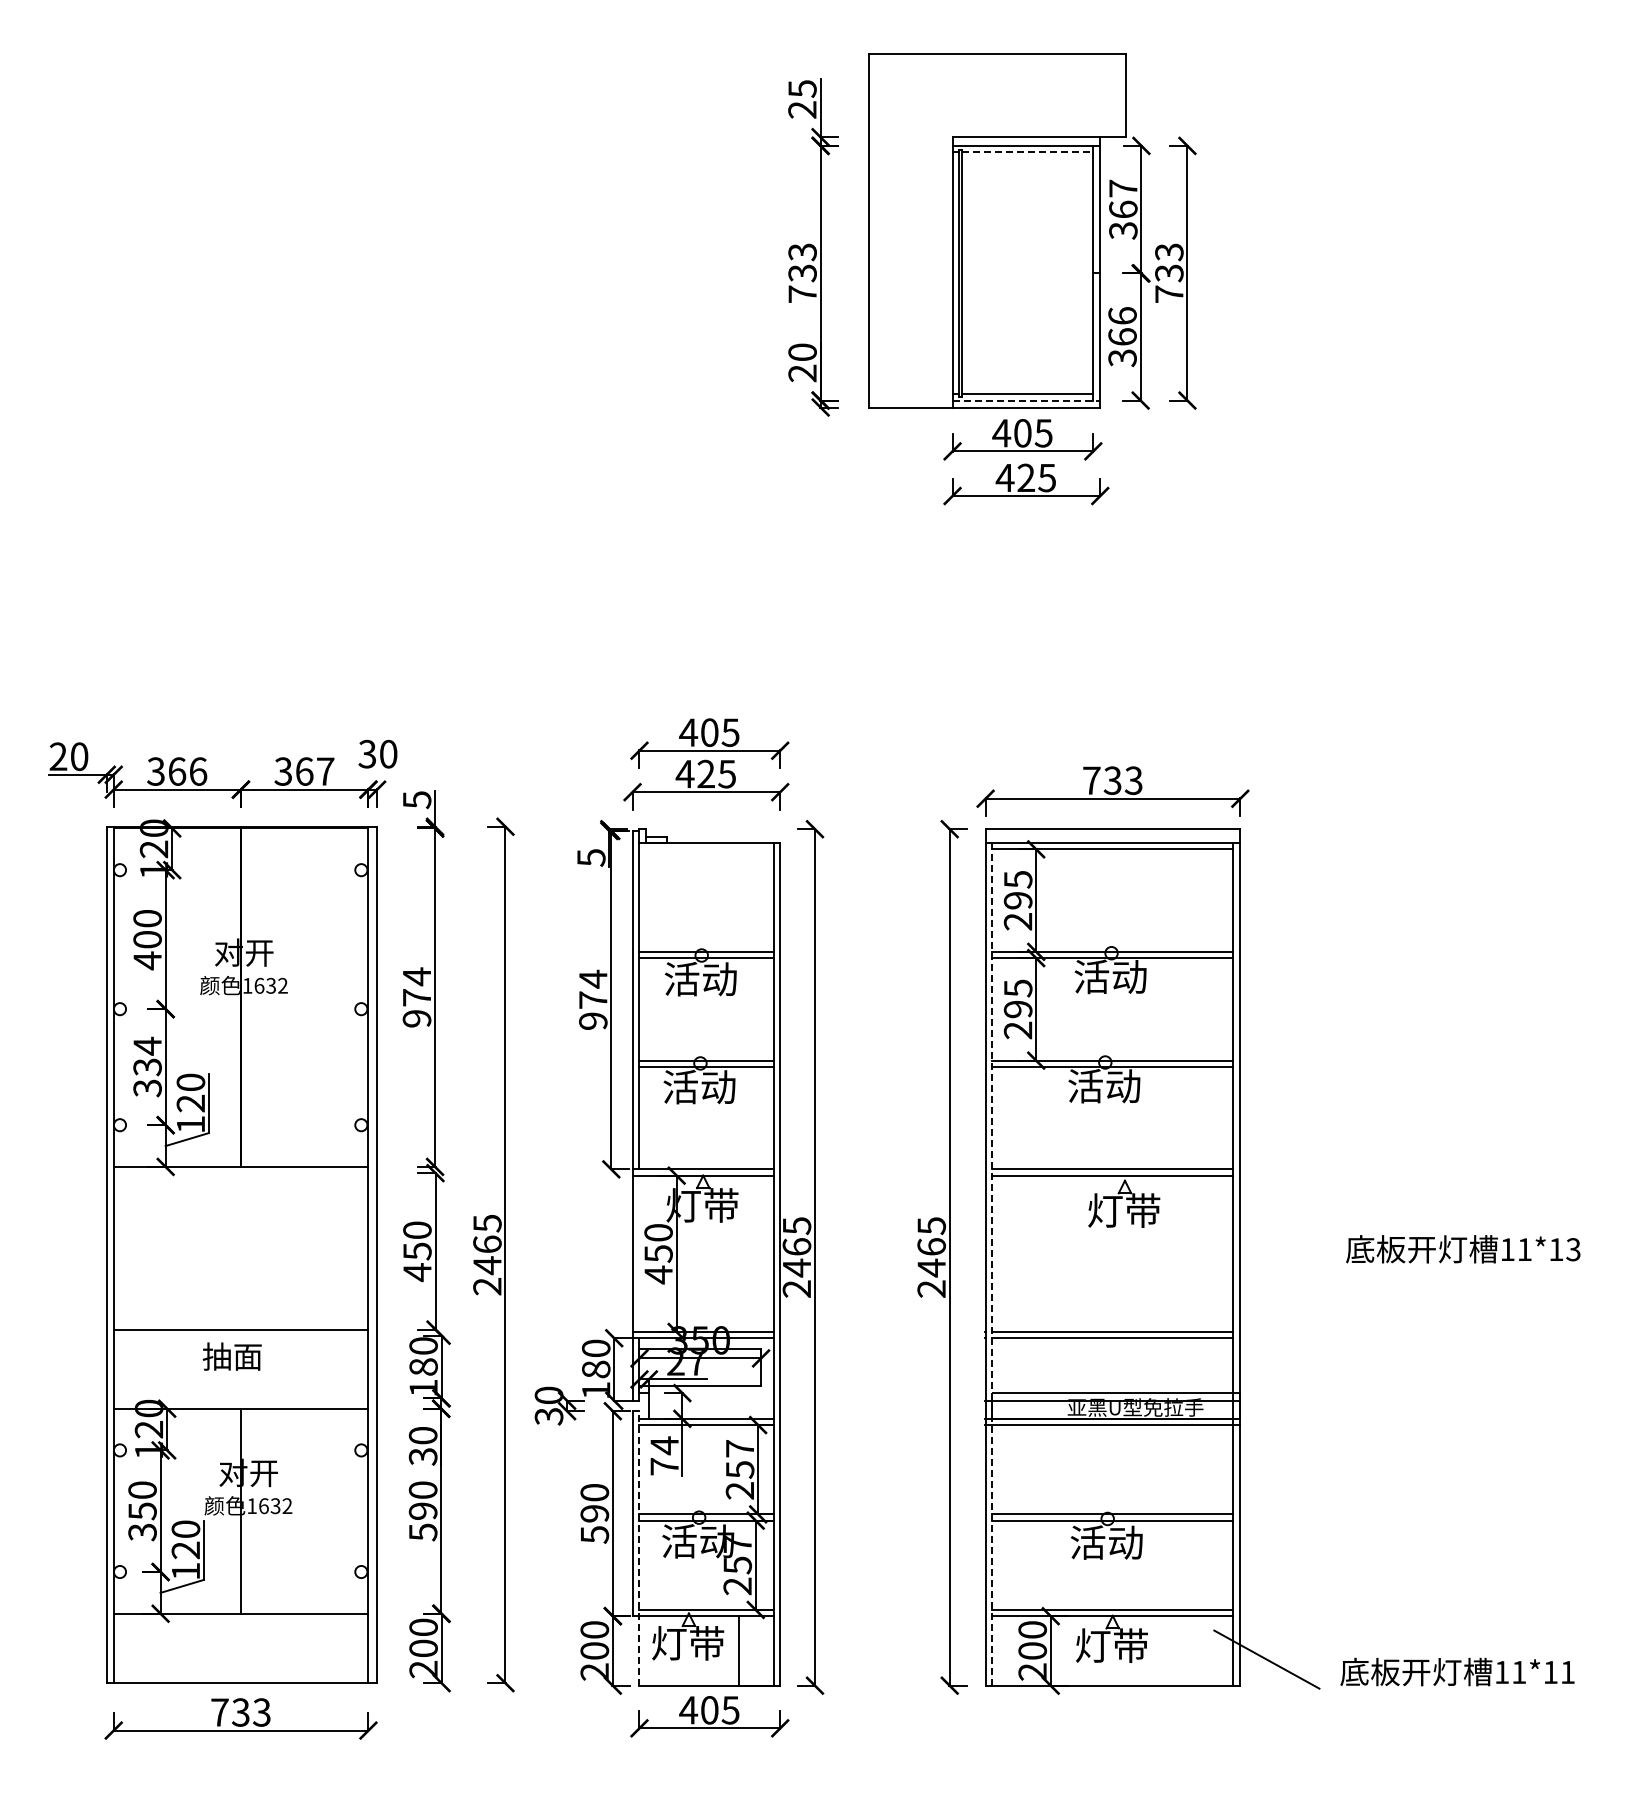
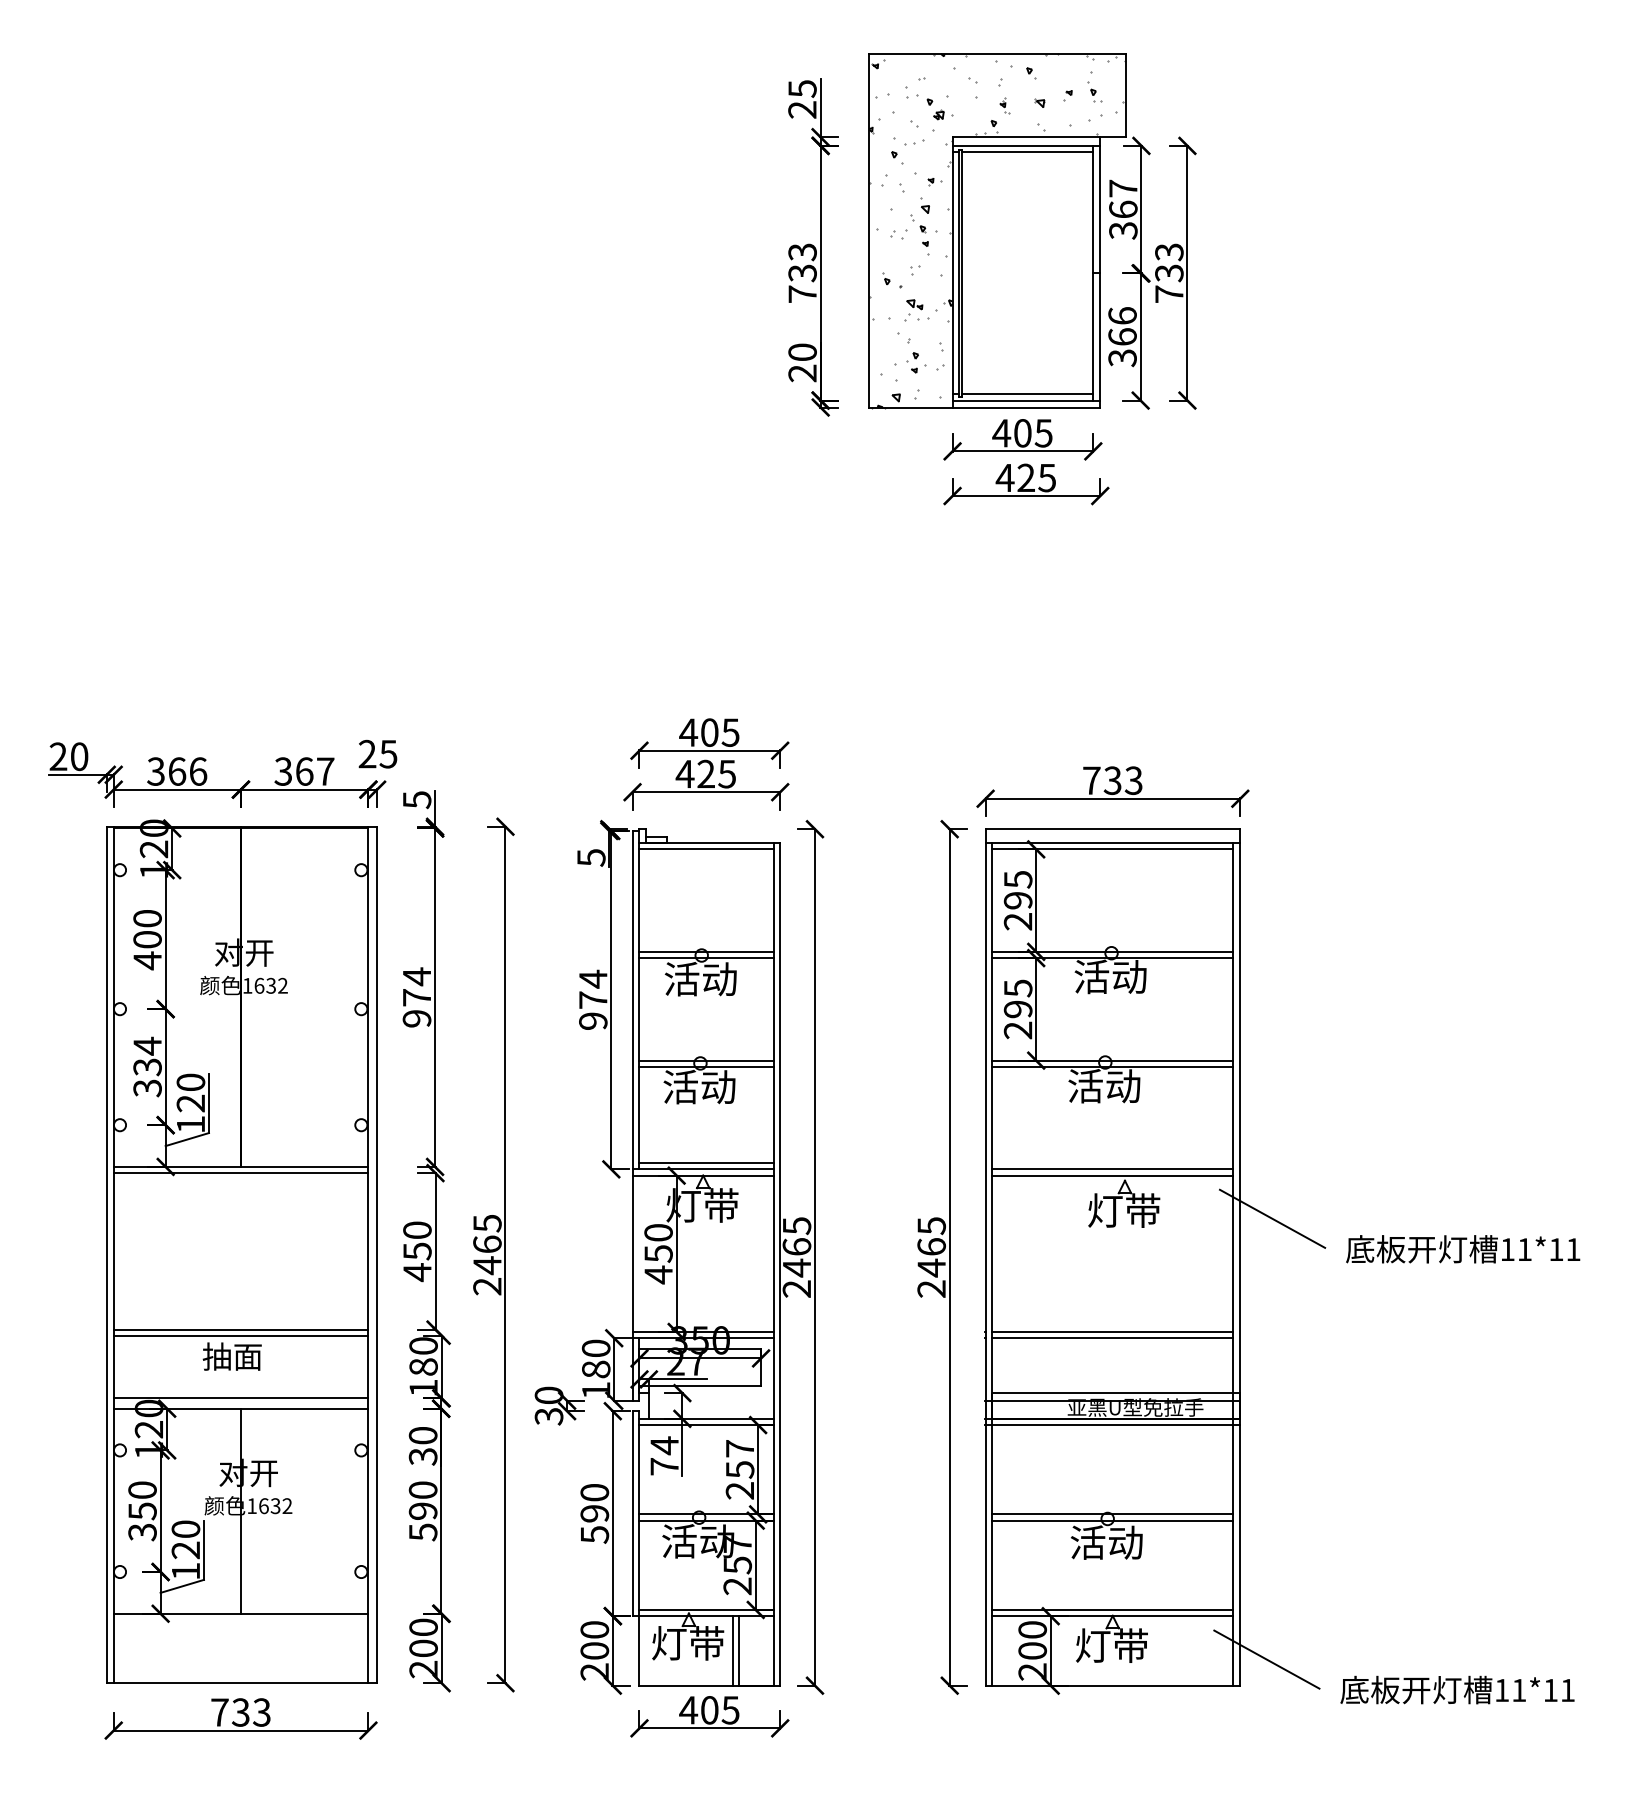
line at (1027, 152): dashed -> solid
hatch at (997, 230): none -> present
line at (1026, 400): dashed -> solid
text at (377, 753): 30 -> 25
line at (706, 849): none -> present
line at (706, 1163): none -> present
line at (240, 1173): none -> present
line at (1272, 1218): none -> present
text at (1573, 1249): 11*13 -> 11*11
line at (991, 1263): dashed -> solid
line at (240, 1335): none -> present
line at (240, 1398): none -> present
line at (639, 1547): dashed -> solid
line at (732, 1650): none -> present
text at (1457, 1671) position: (1457, 1671) -> (1457, 1689)
